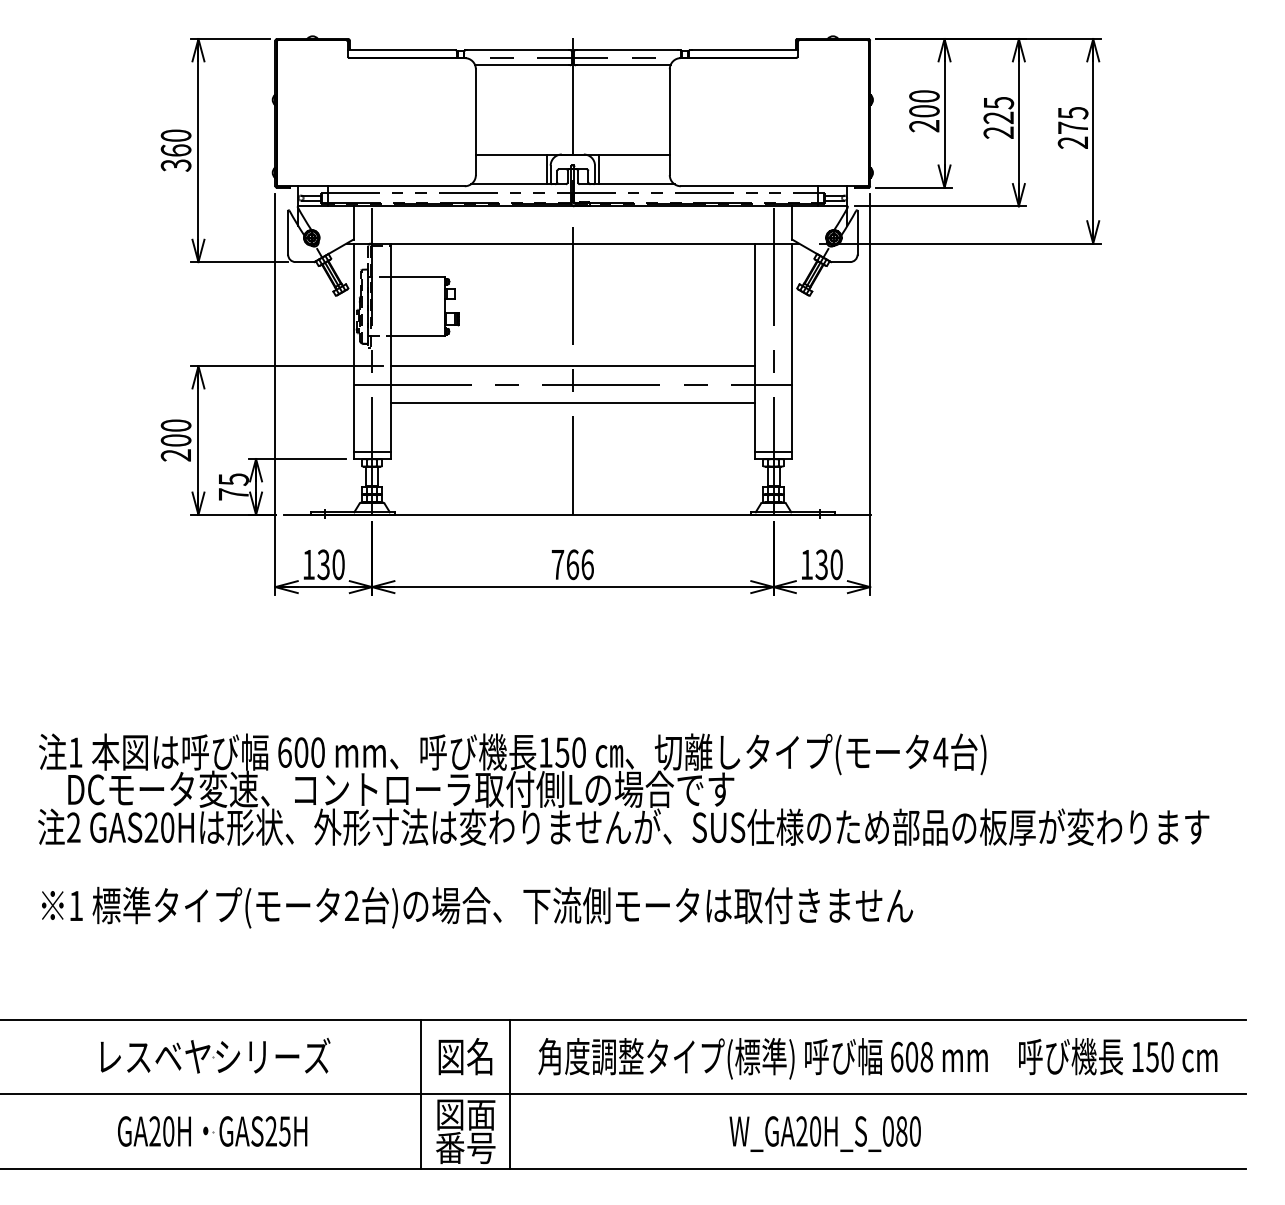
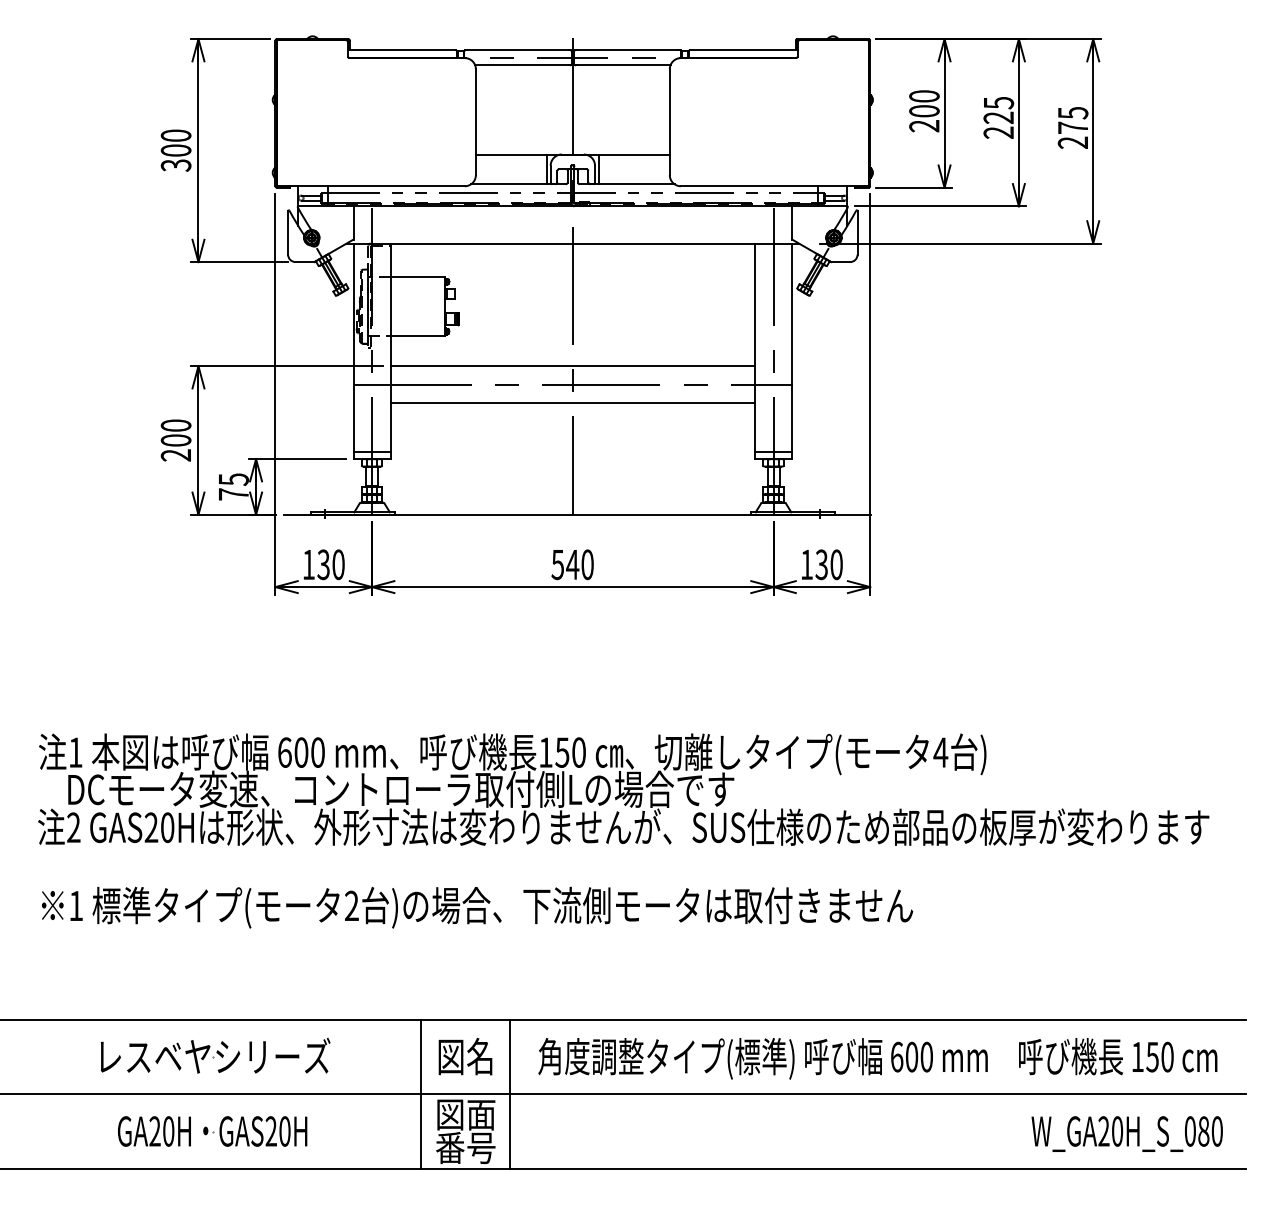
text at (175, 150): 360 -> 300
text at (572, 564): 766 -> 540
text at (926, 1057): 608 -> 600
text at (284, 1131): GAS25H -> GAS20H
text at (824, 1133) position: (824, 1133) -> (1126, 1133)
